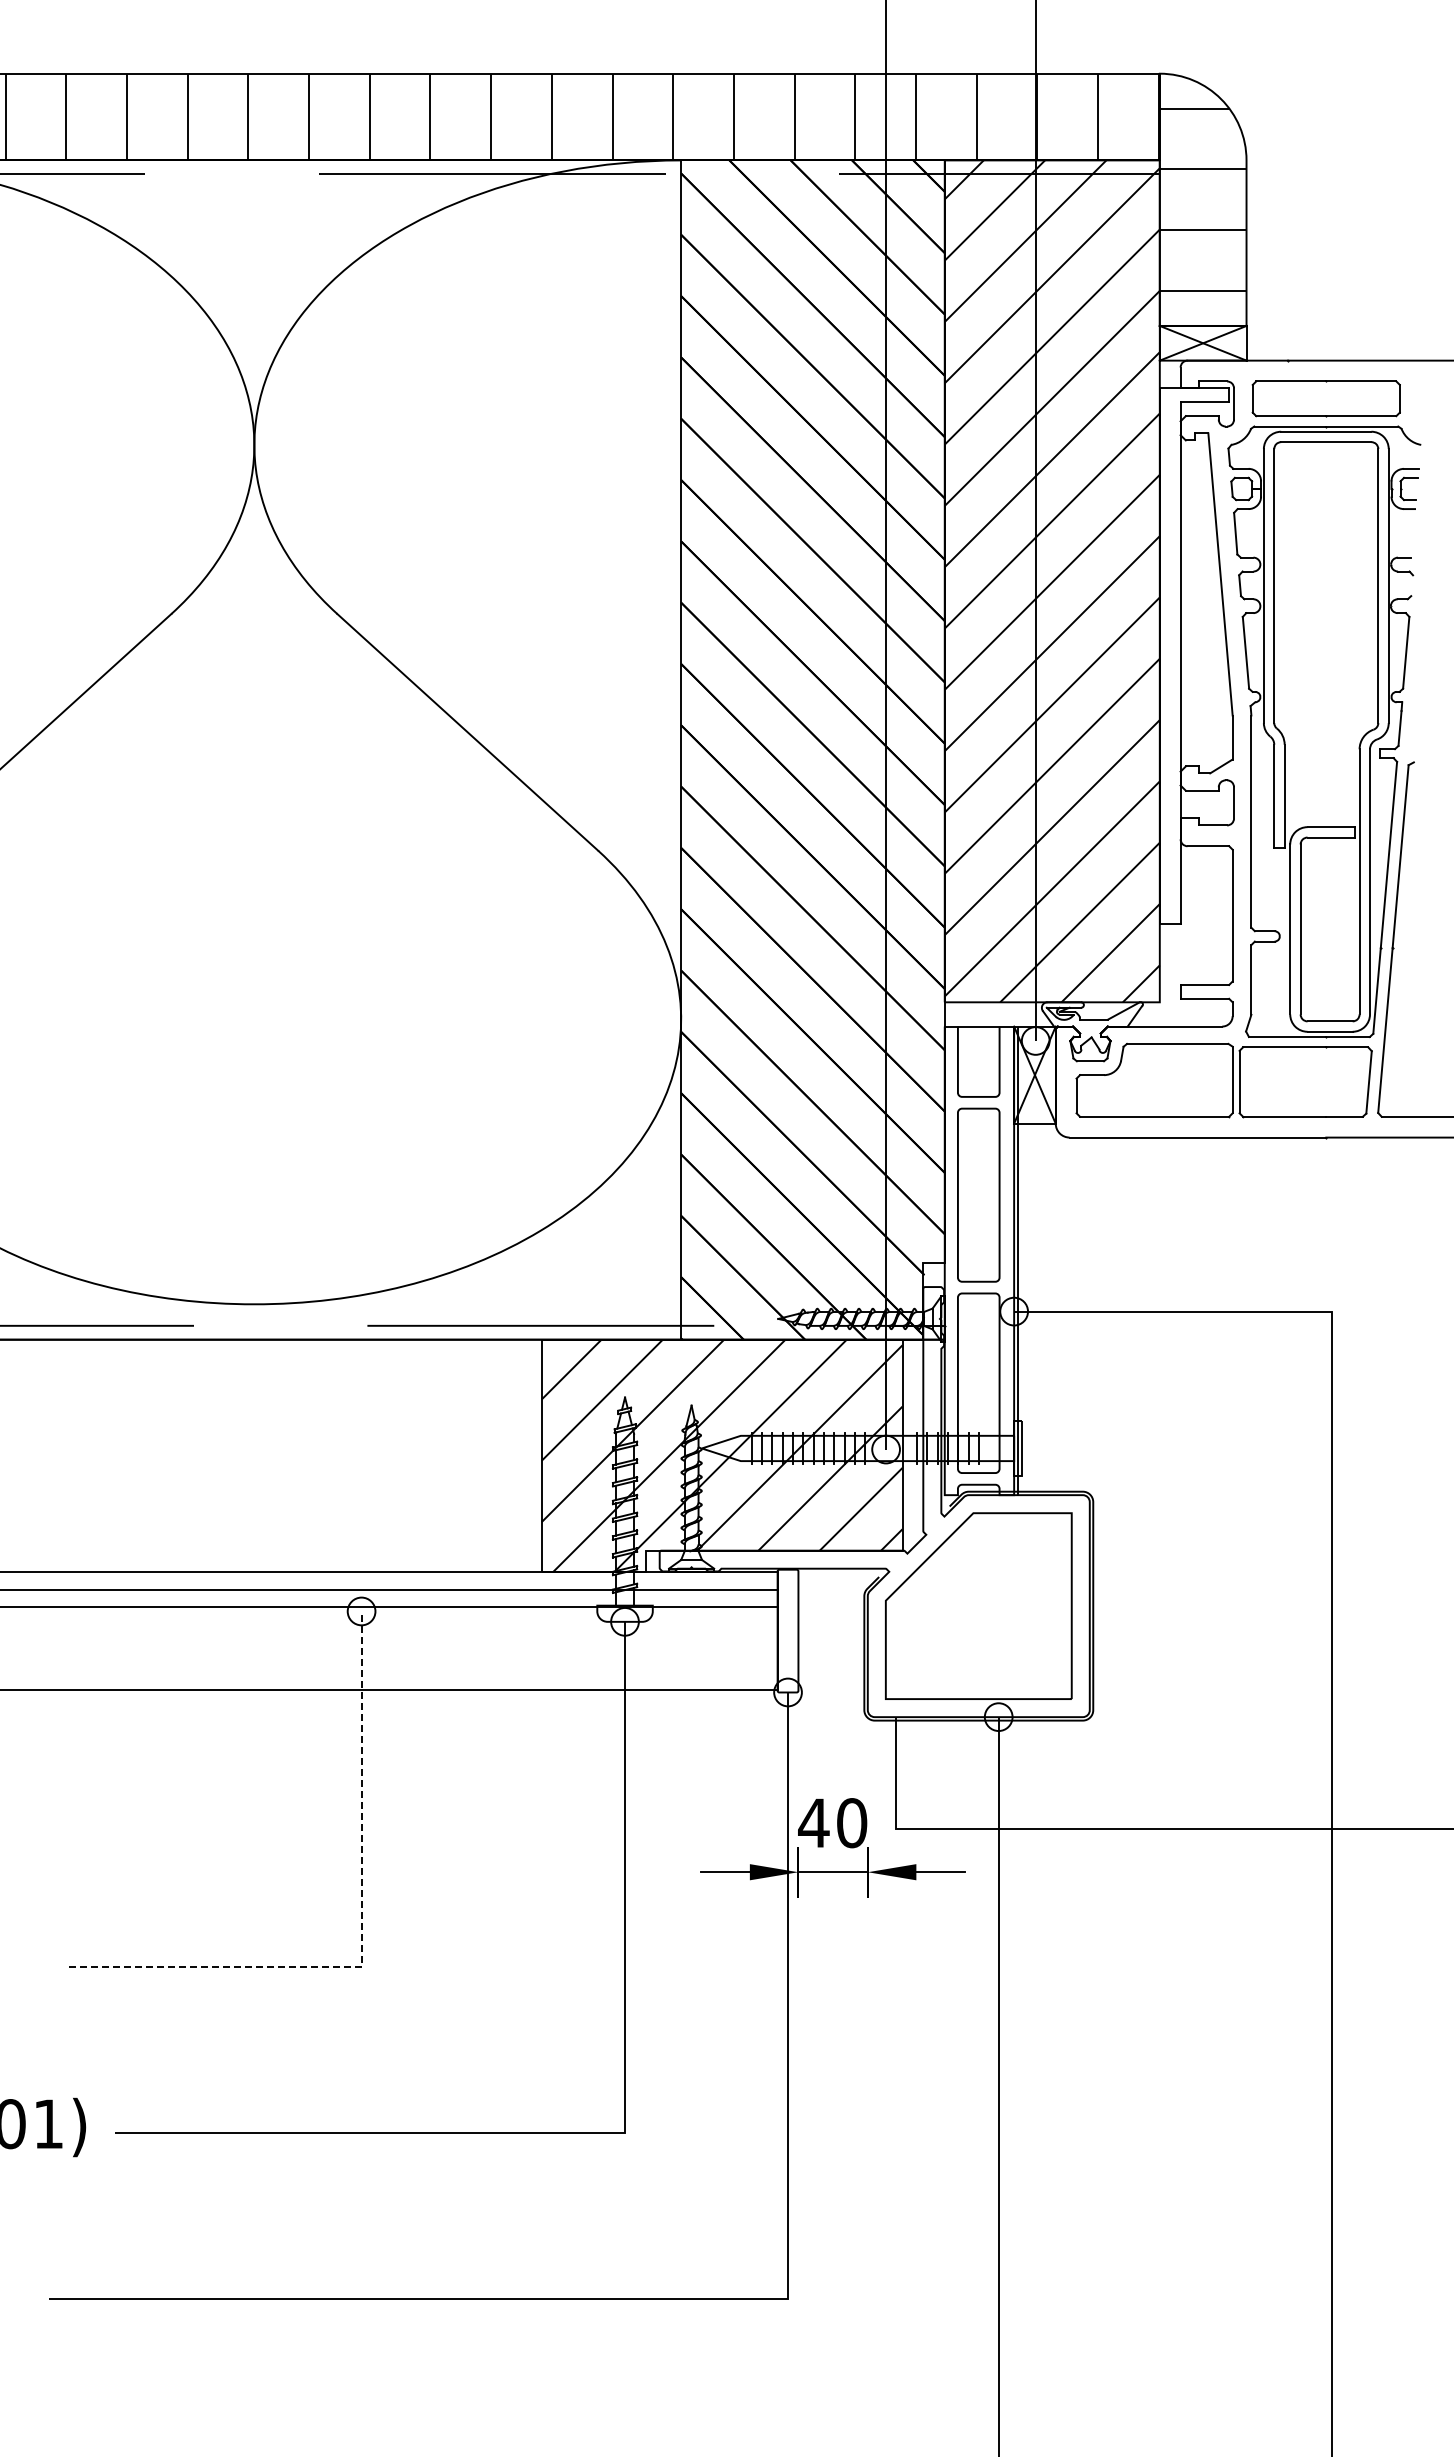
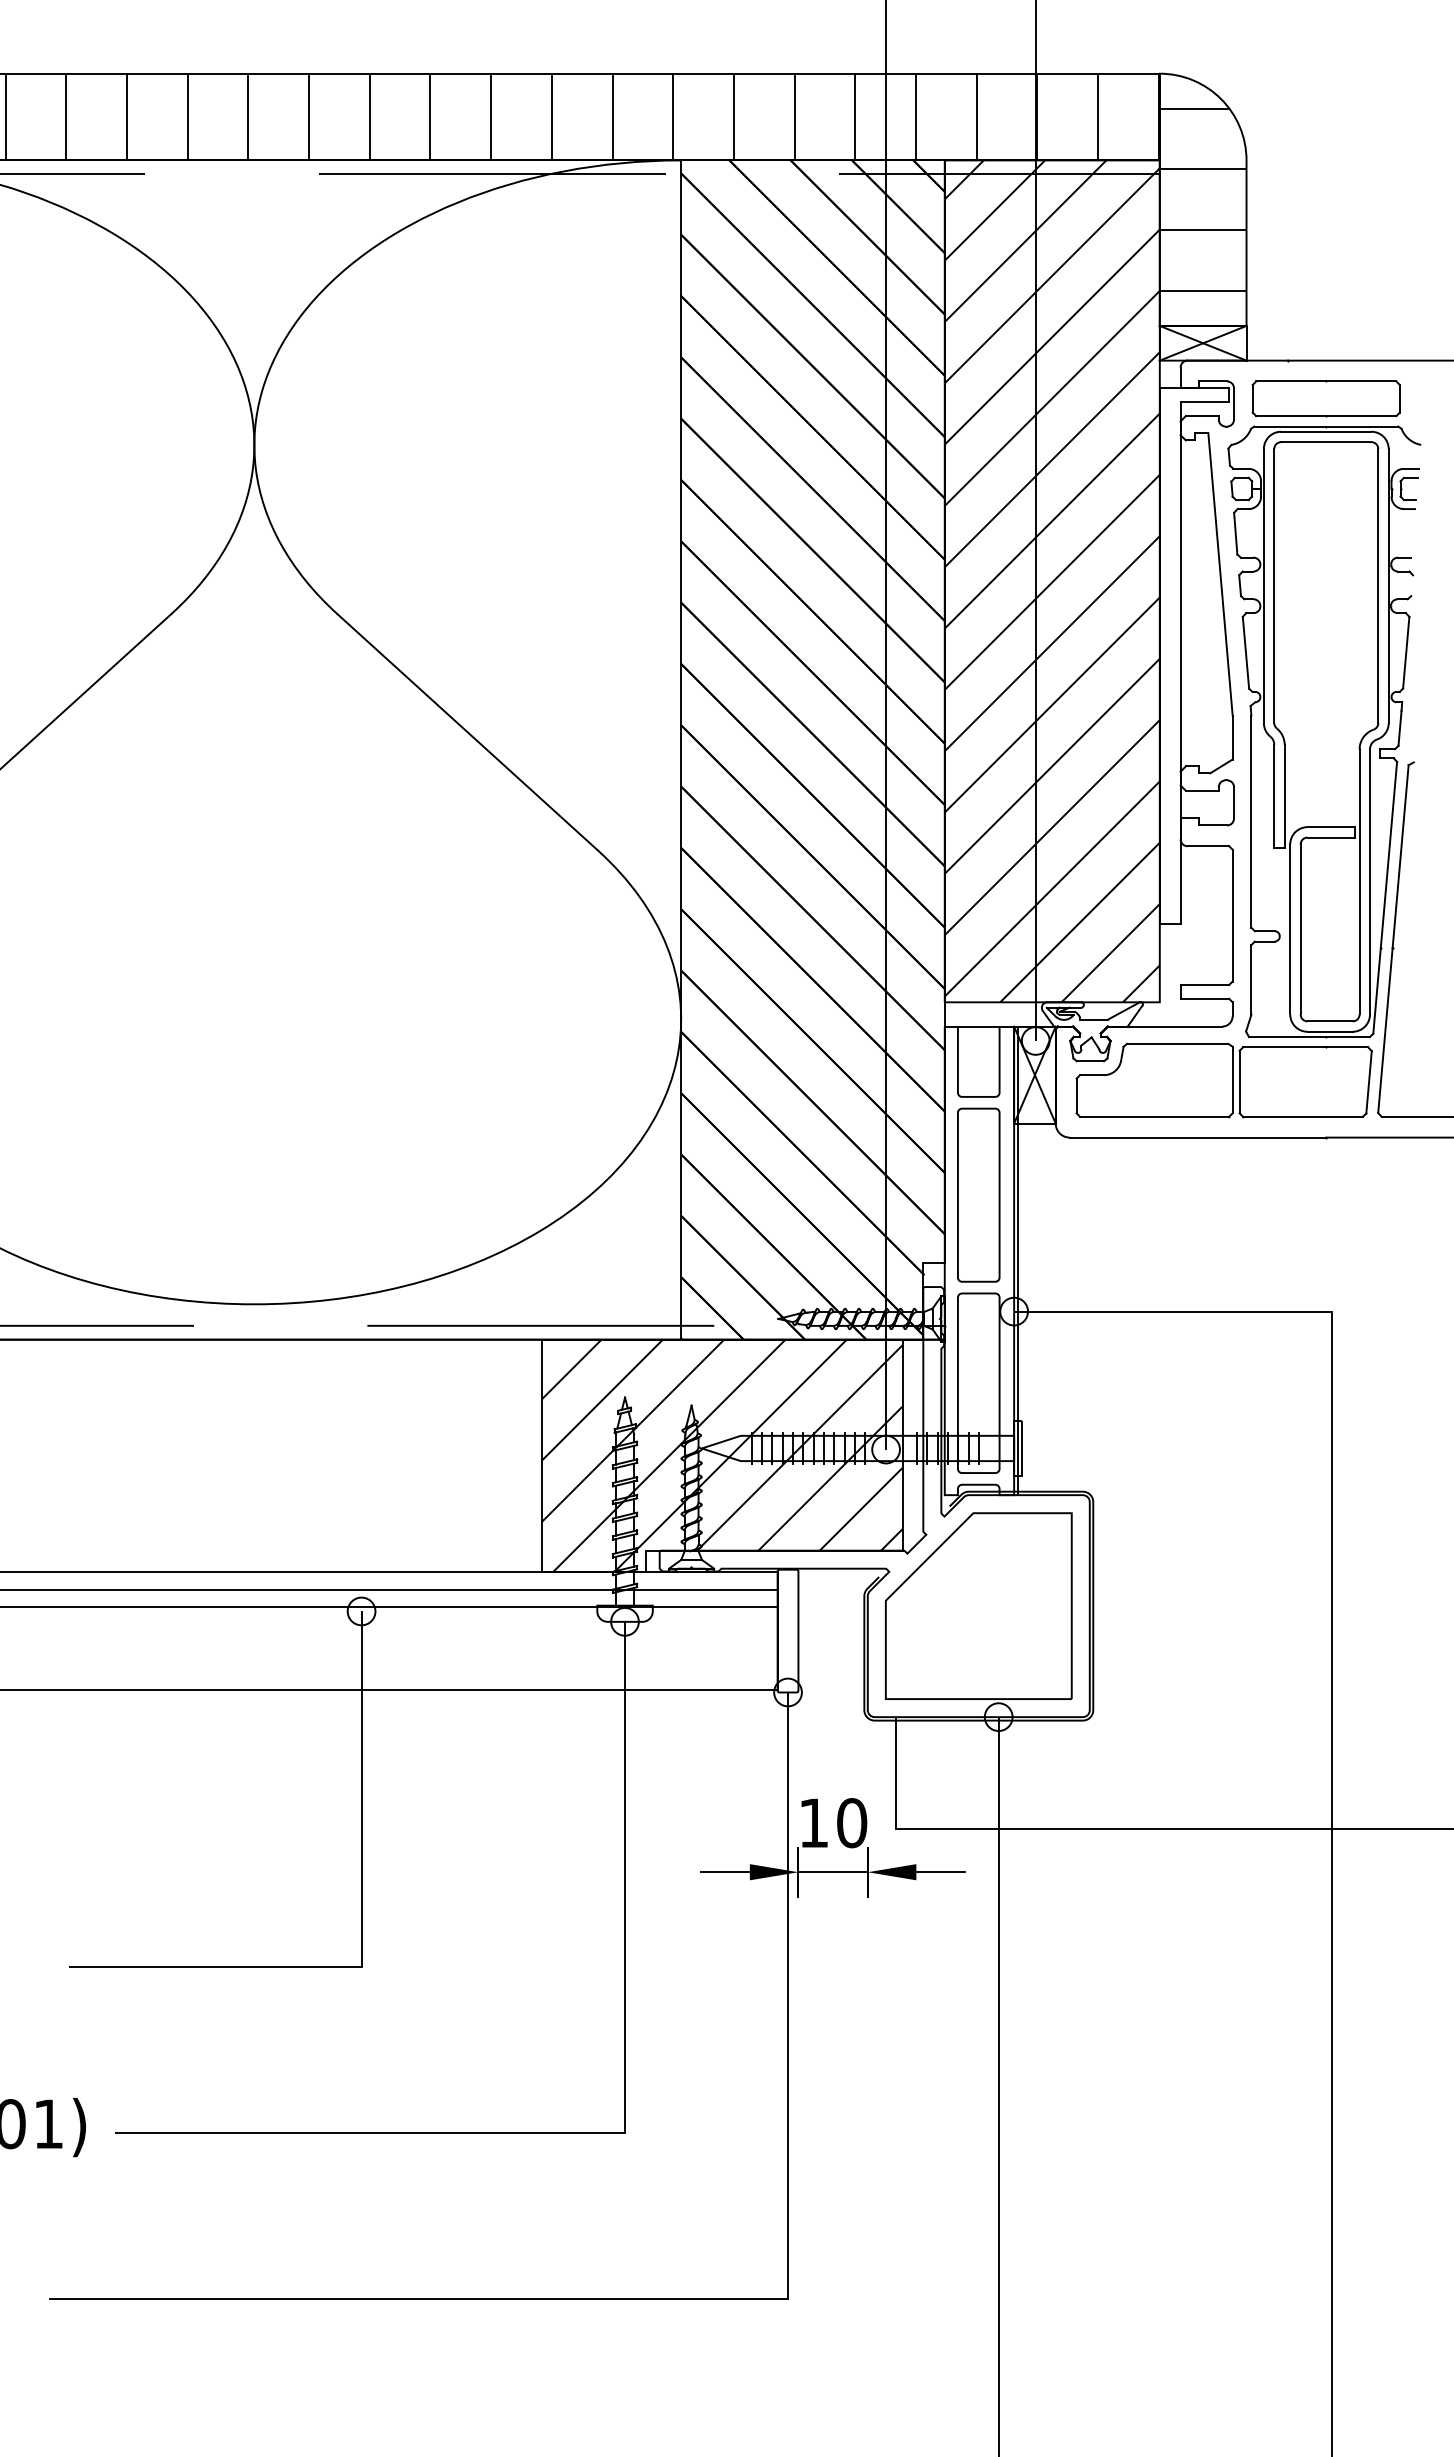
text at (813, 1822): 40 -> 10
line at (361, 1936): dashed -> solid
